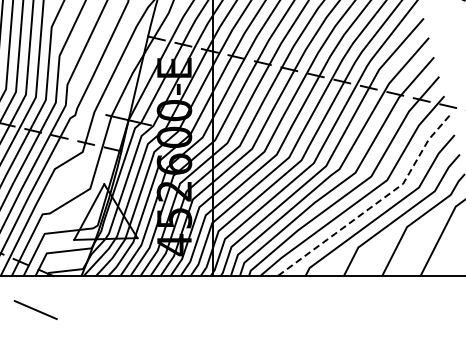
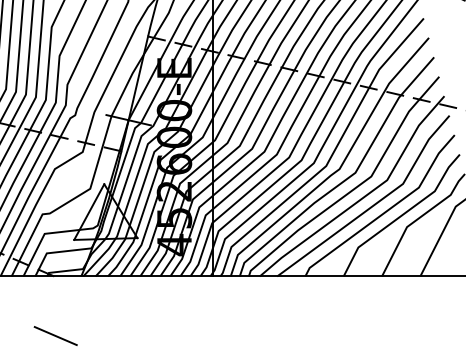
line at (374, 205): dashed -> solid
line at (35, 309) position: (35, 309) -> (55, 335)
